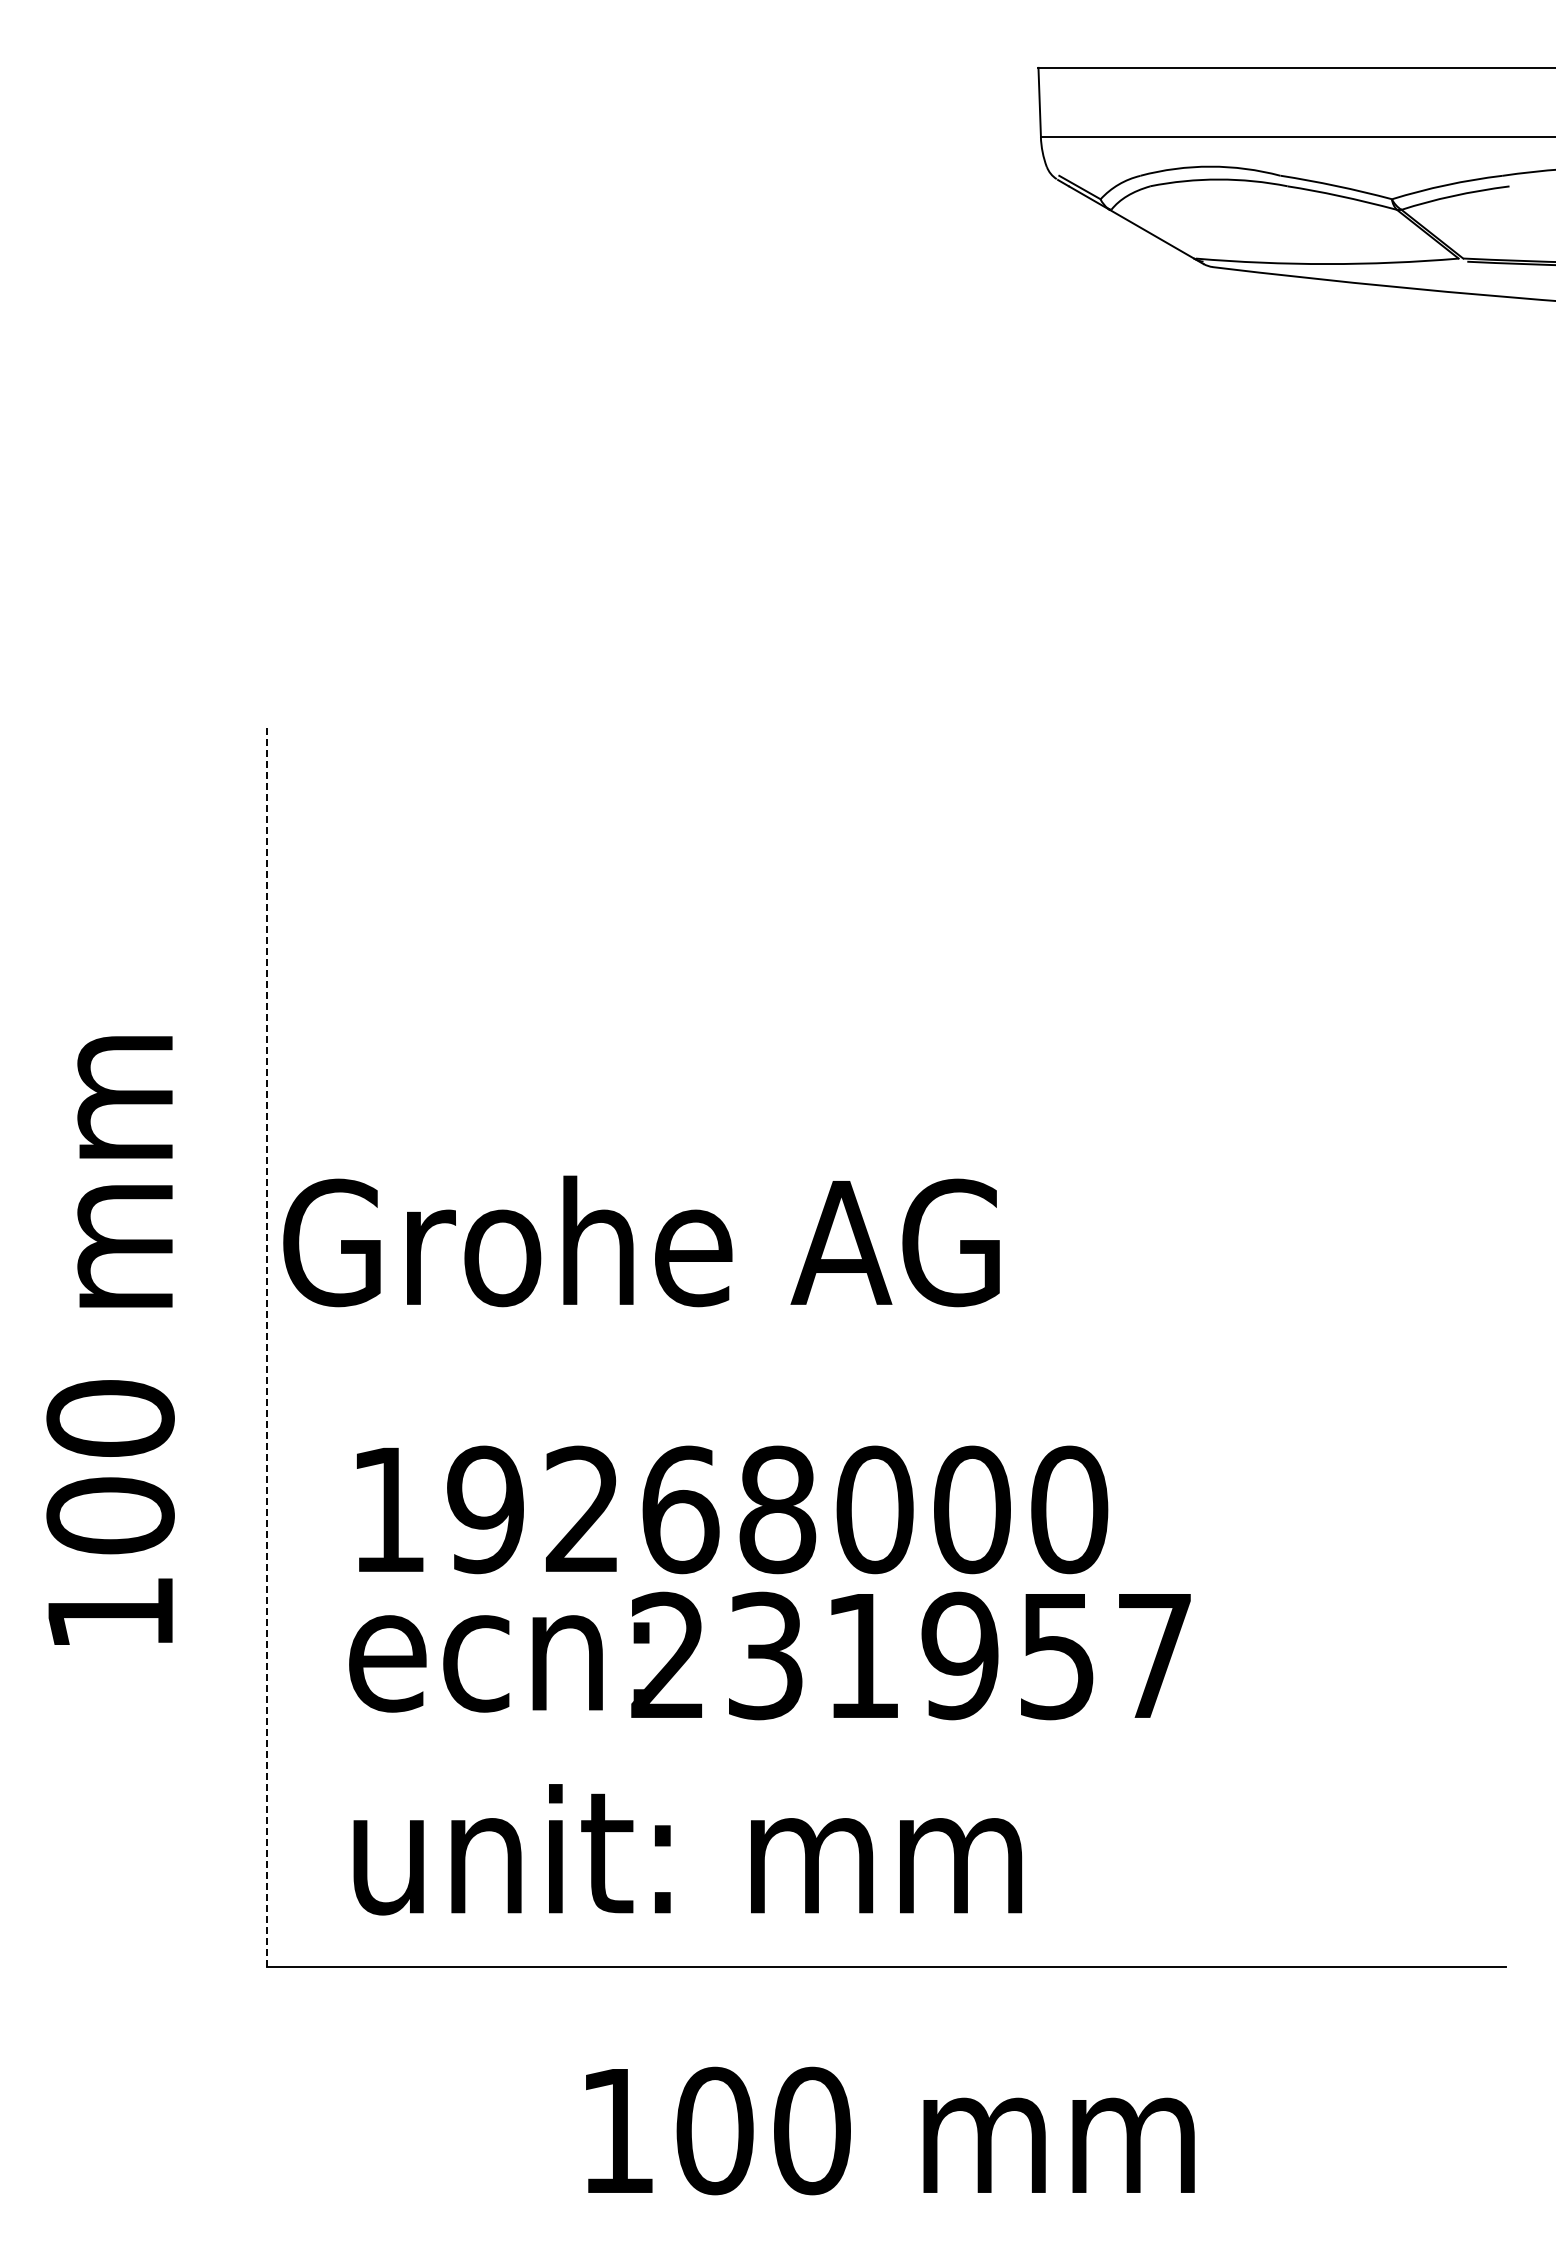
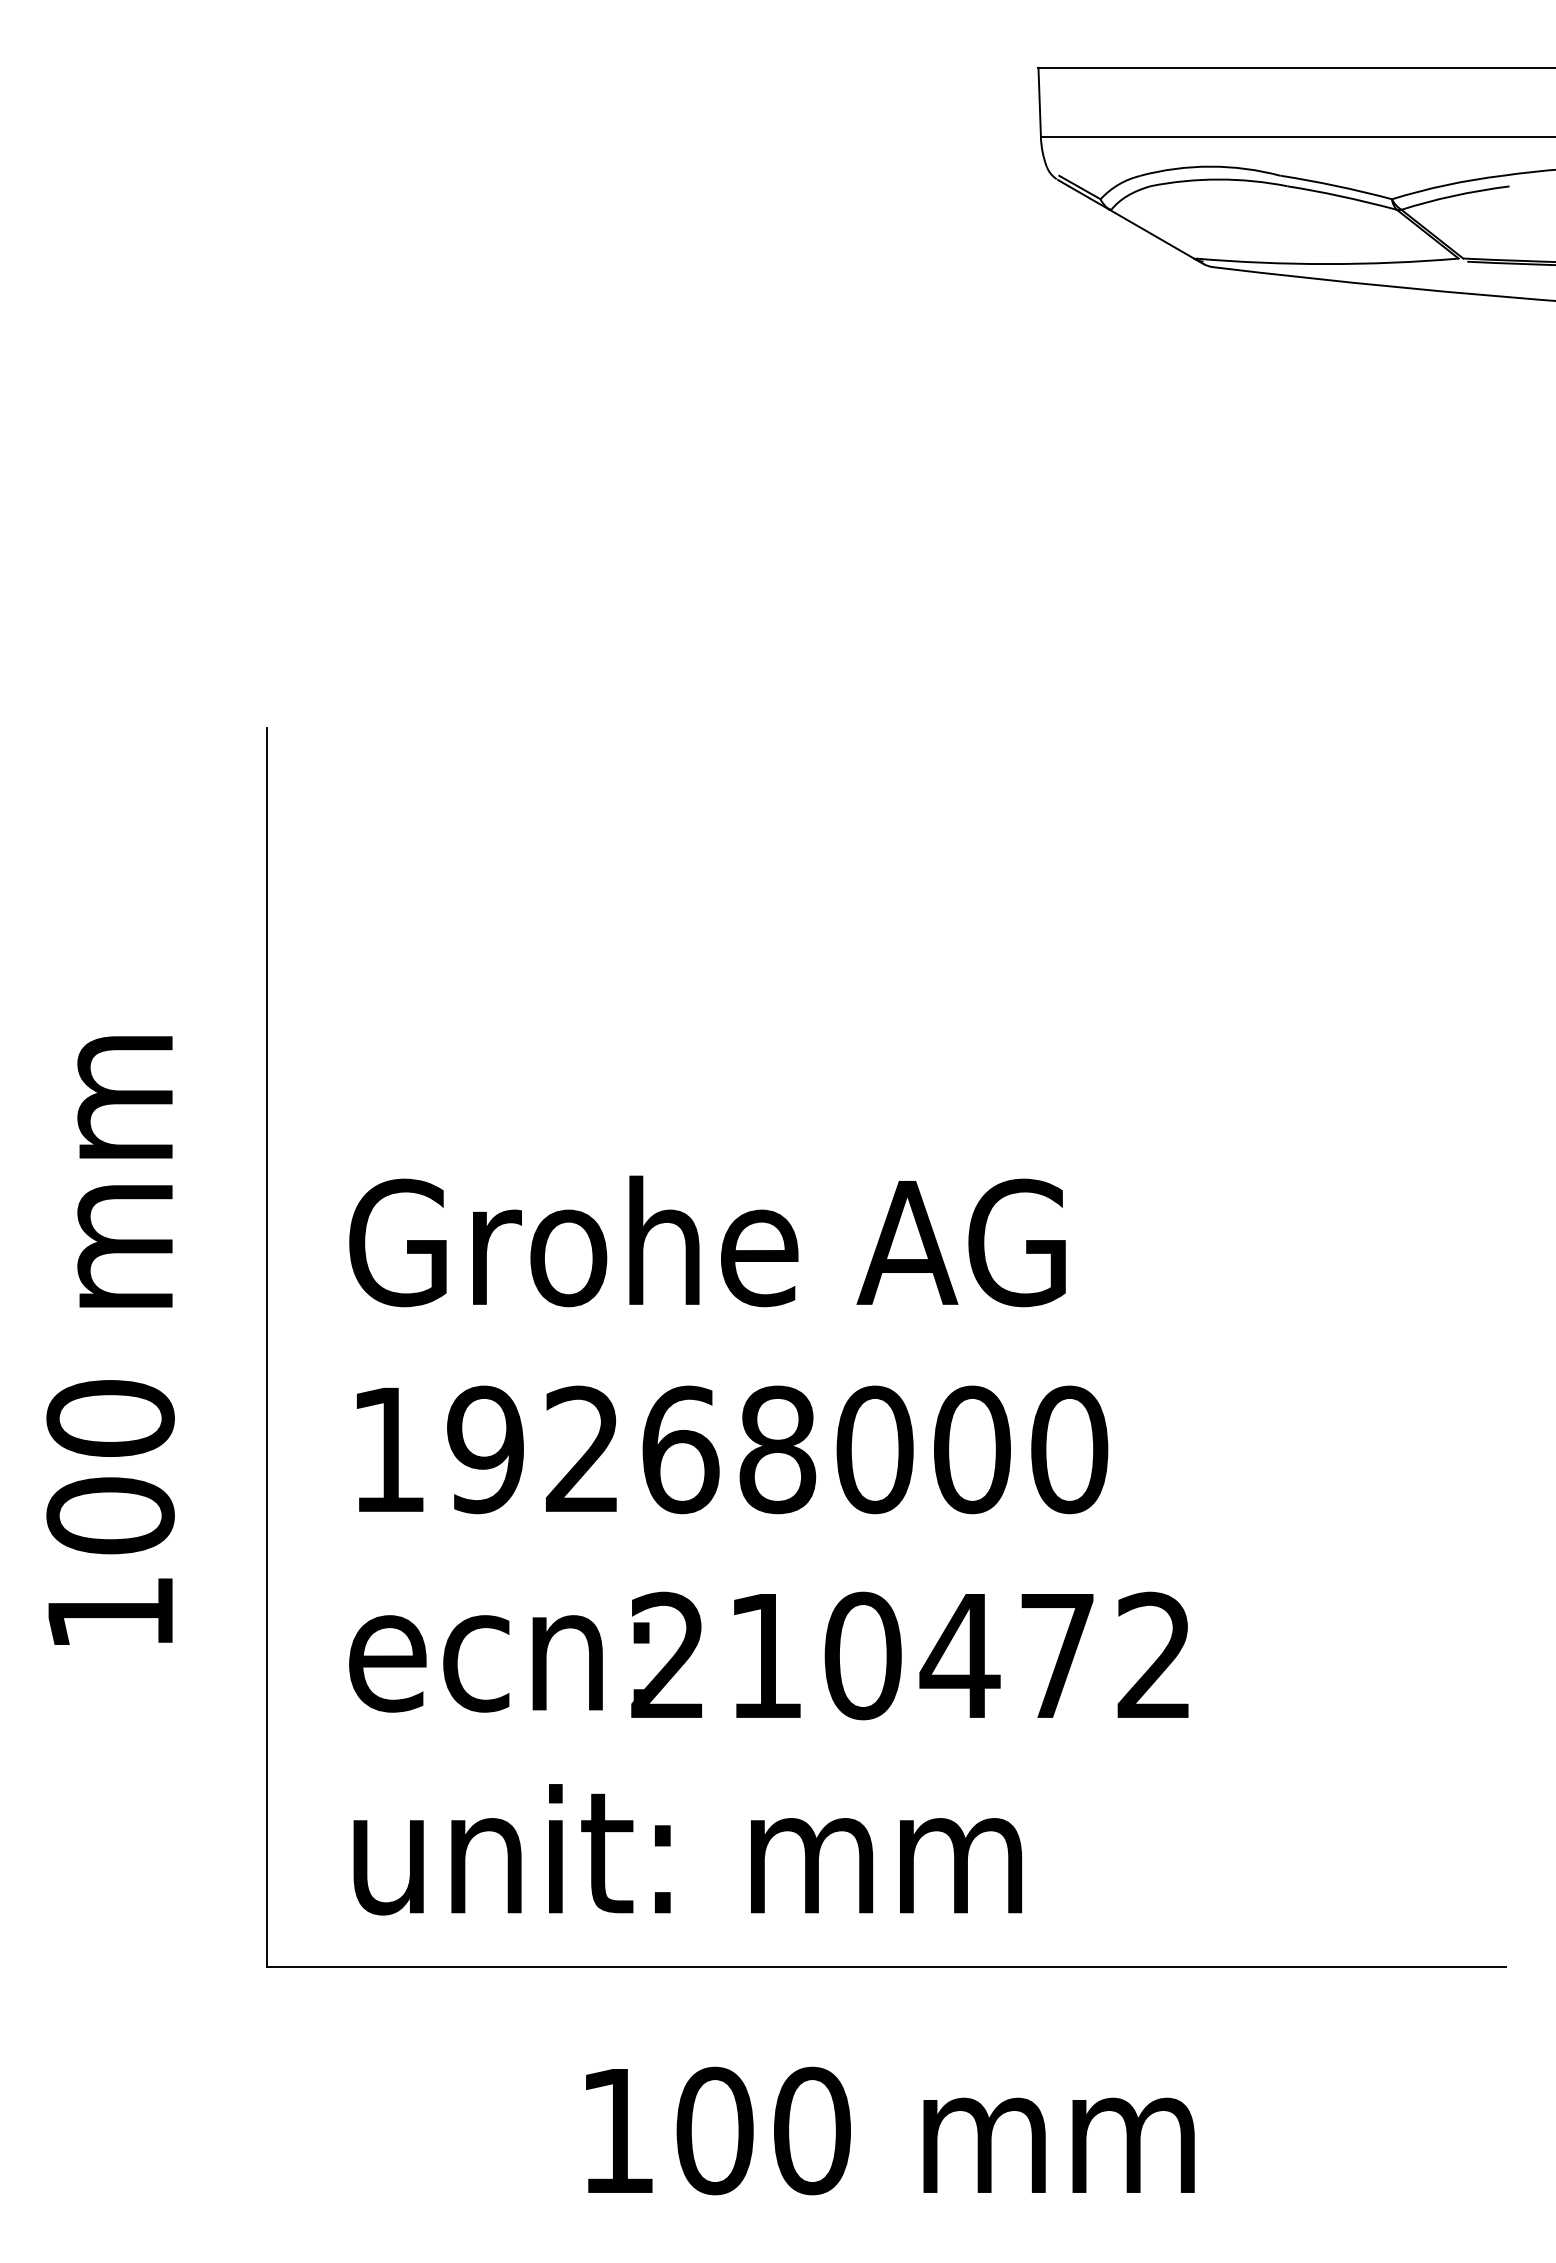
text at (641, 1241) position: (641, 1241) -> (707, 1241)
line at (267, 1347): dashed -> solid
text at (732, 1509) position: (732, 1509) -> (732, 1449)
text at (959, 1655): 231957 -> 210472
